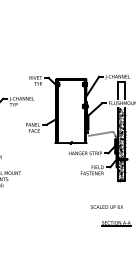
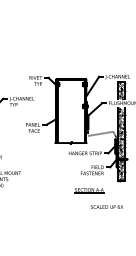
hatch at (121, 90): none -> present
part at (116, 223) position: (116, 223) -> (89, 190)
